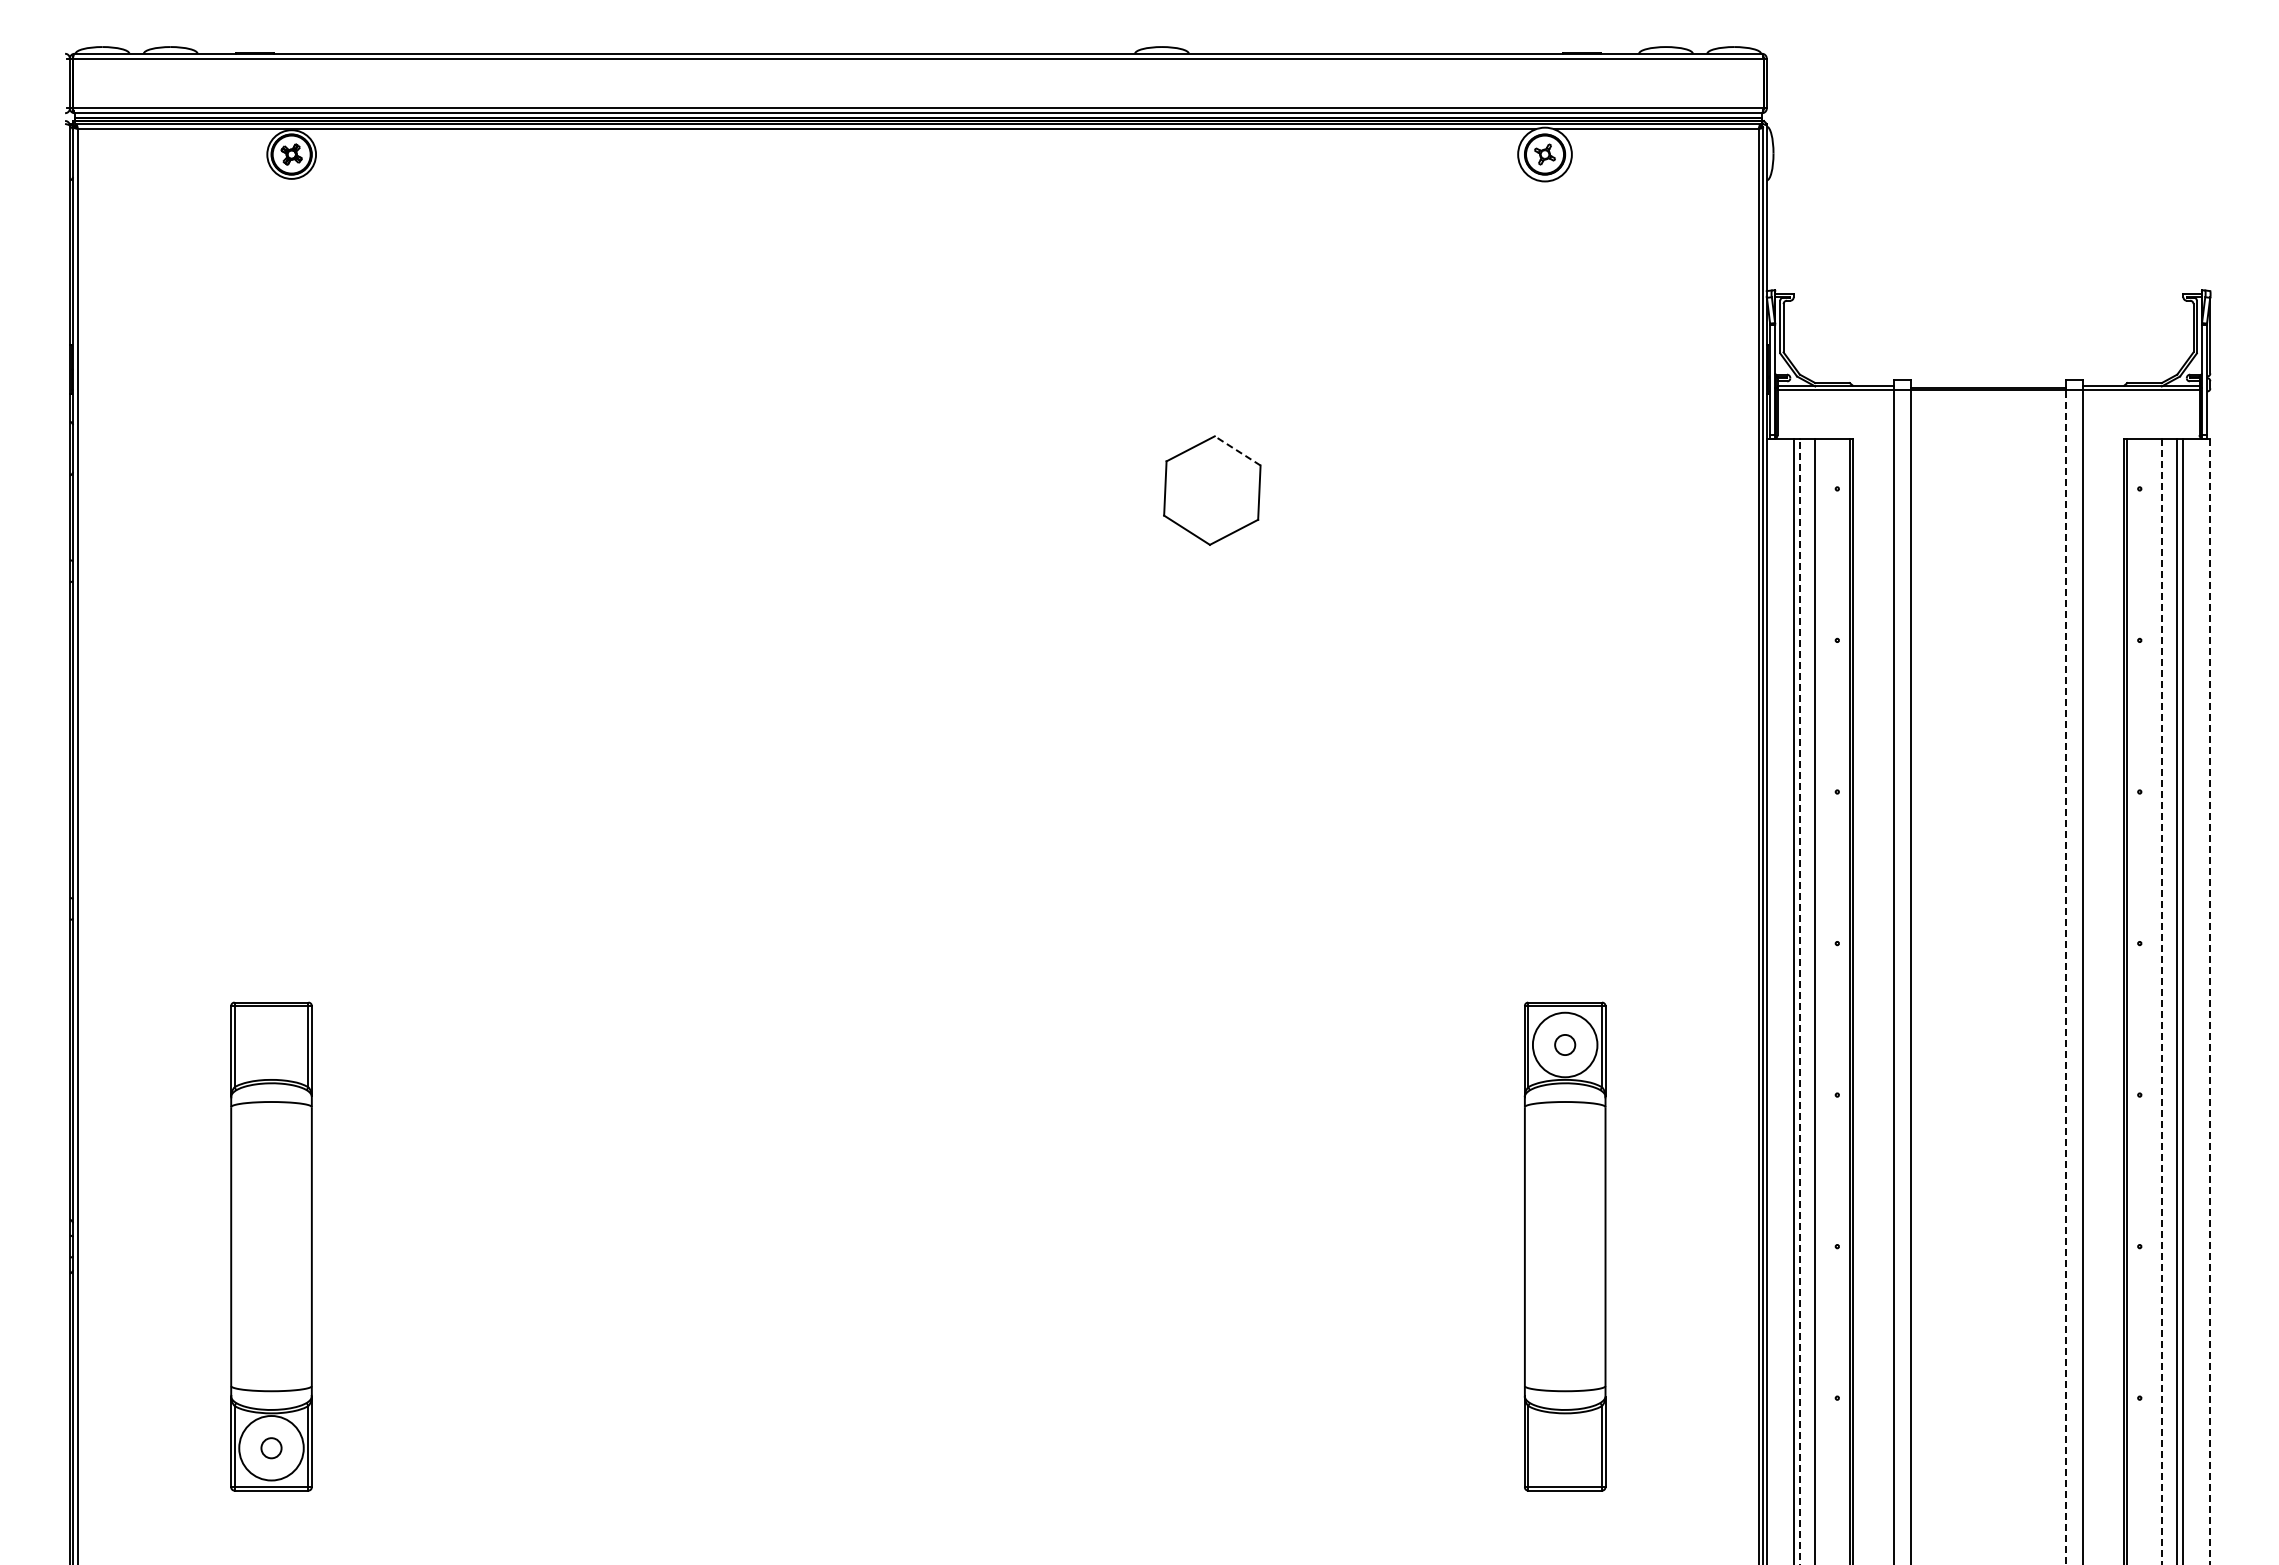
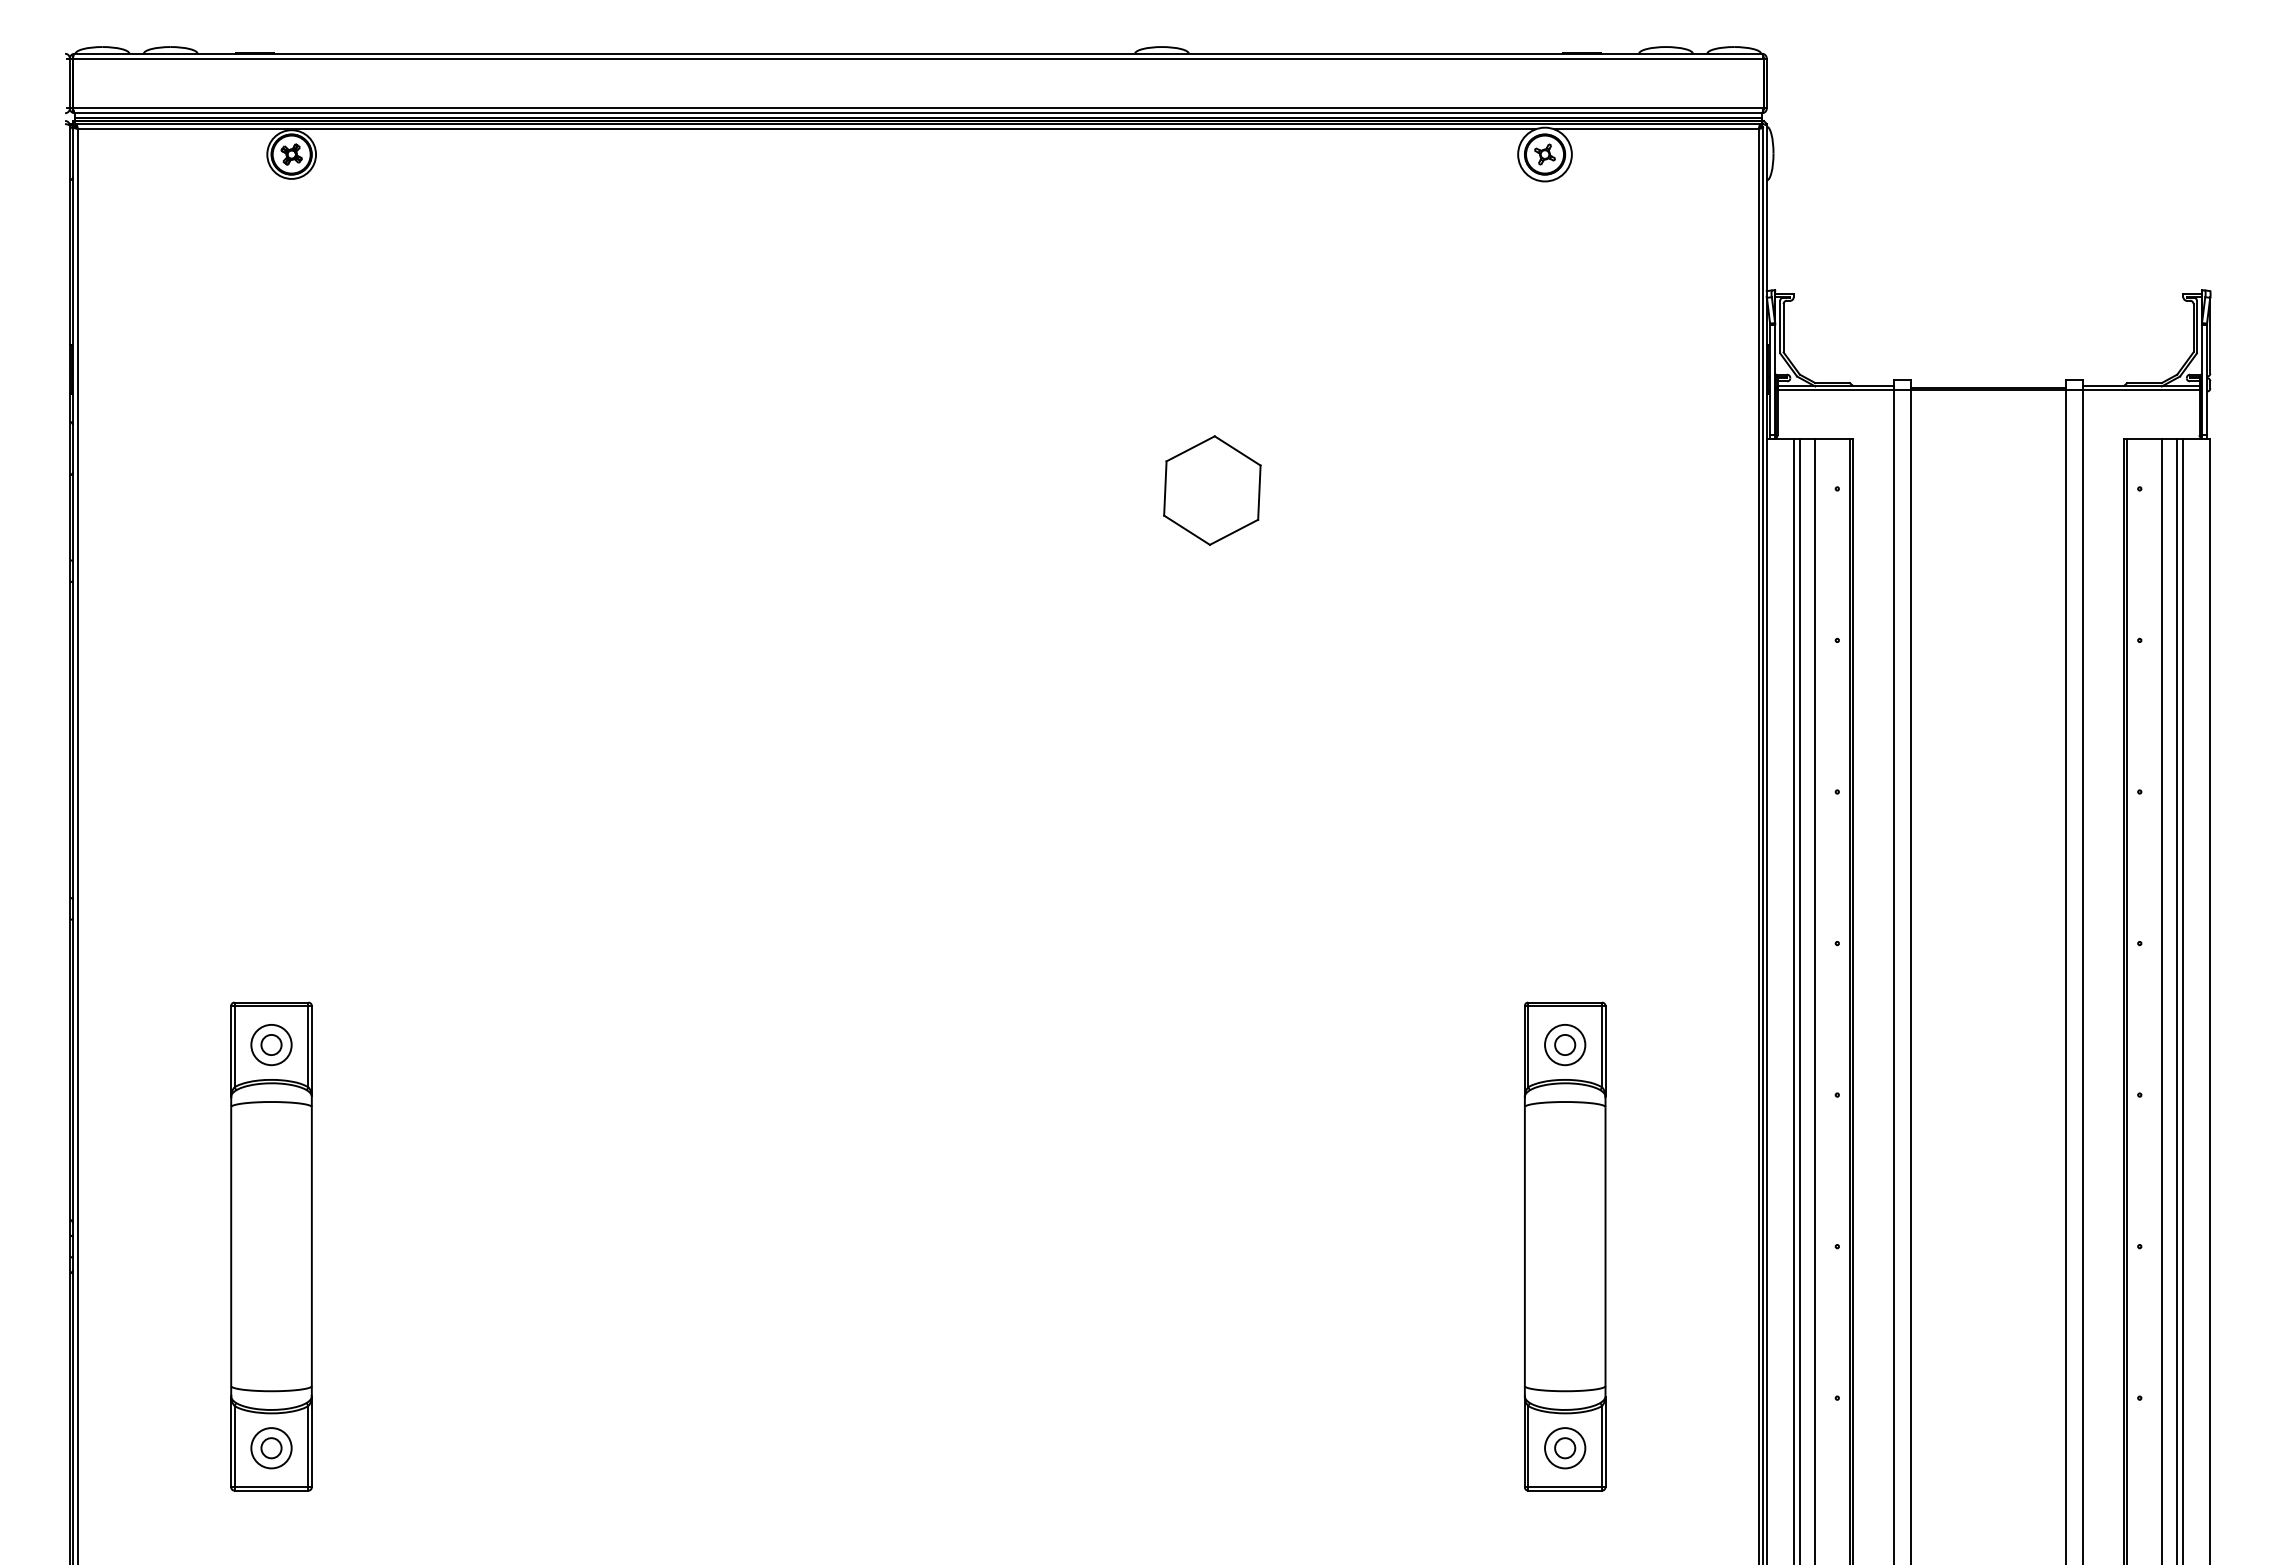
line at (1237, 450): dashed -> solid
line at (2065, 976): dashed -> solid
line at (1799, 1001): dashed -> solid
line at (2161, 1002): dashed -> solid
line at (2210, 1002): dashed -> solid
circle at (1564, 1044) diameter: 65 px -> 40 px
part at (271, 1045): none -> present
circle at (271, 1447) diameter: 65 px -> 40 px
part at (1565, 1448): none -> present
